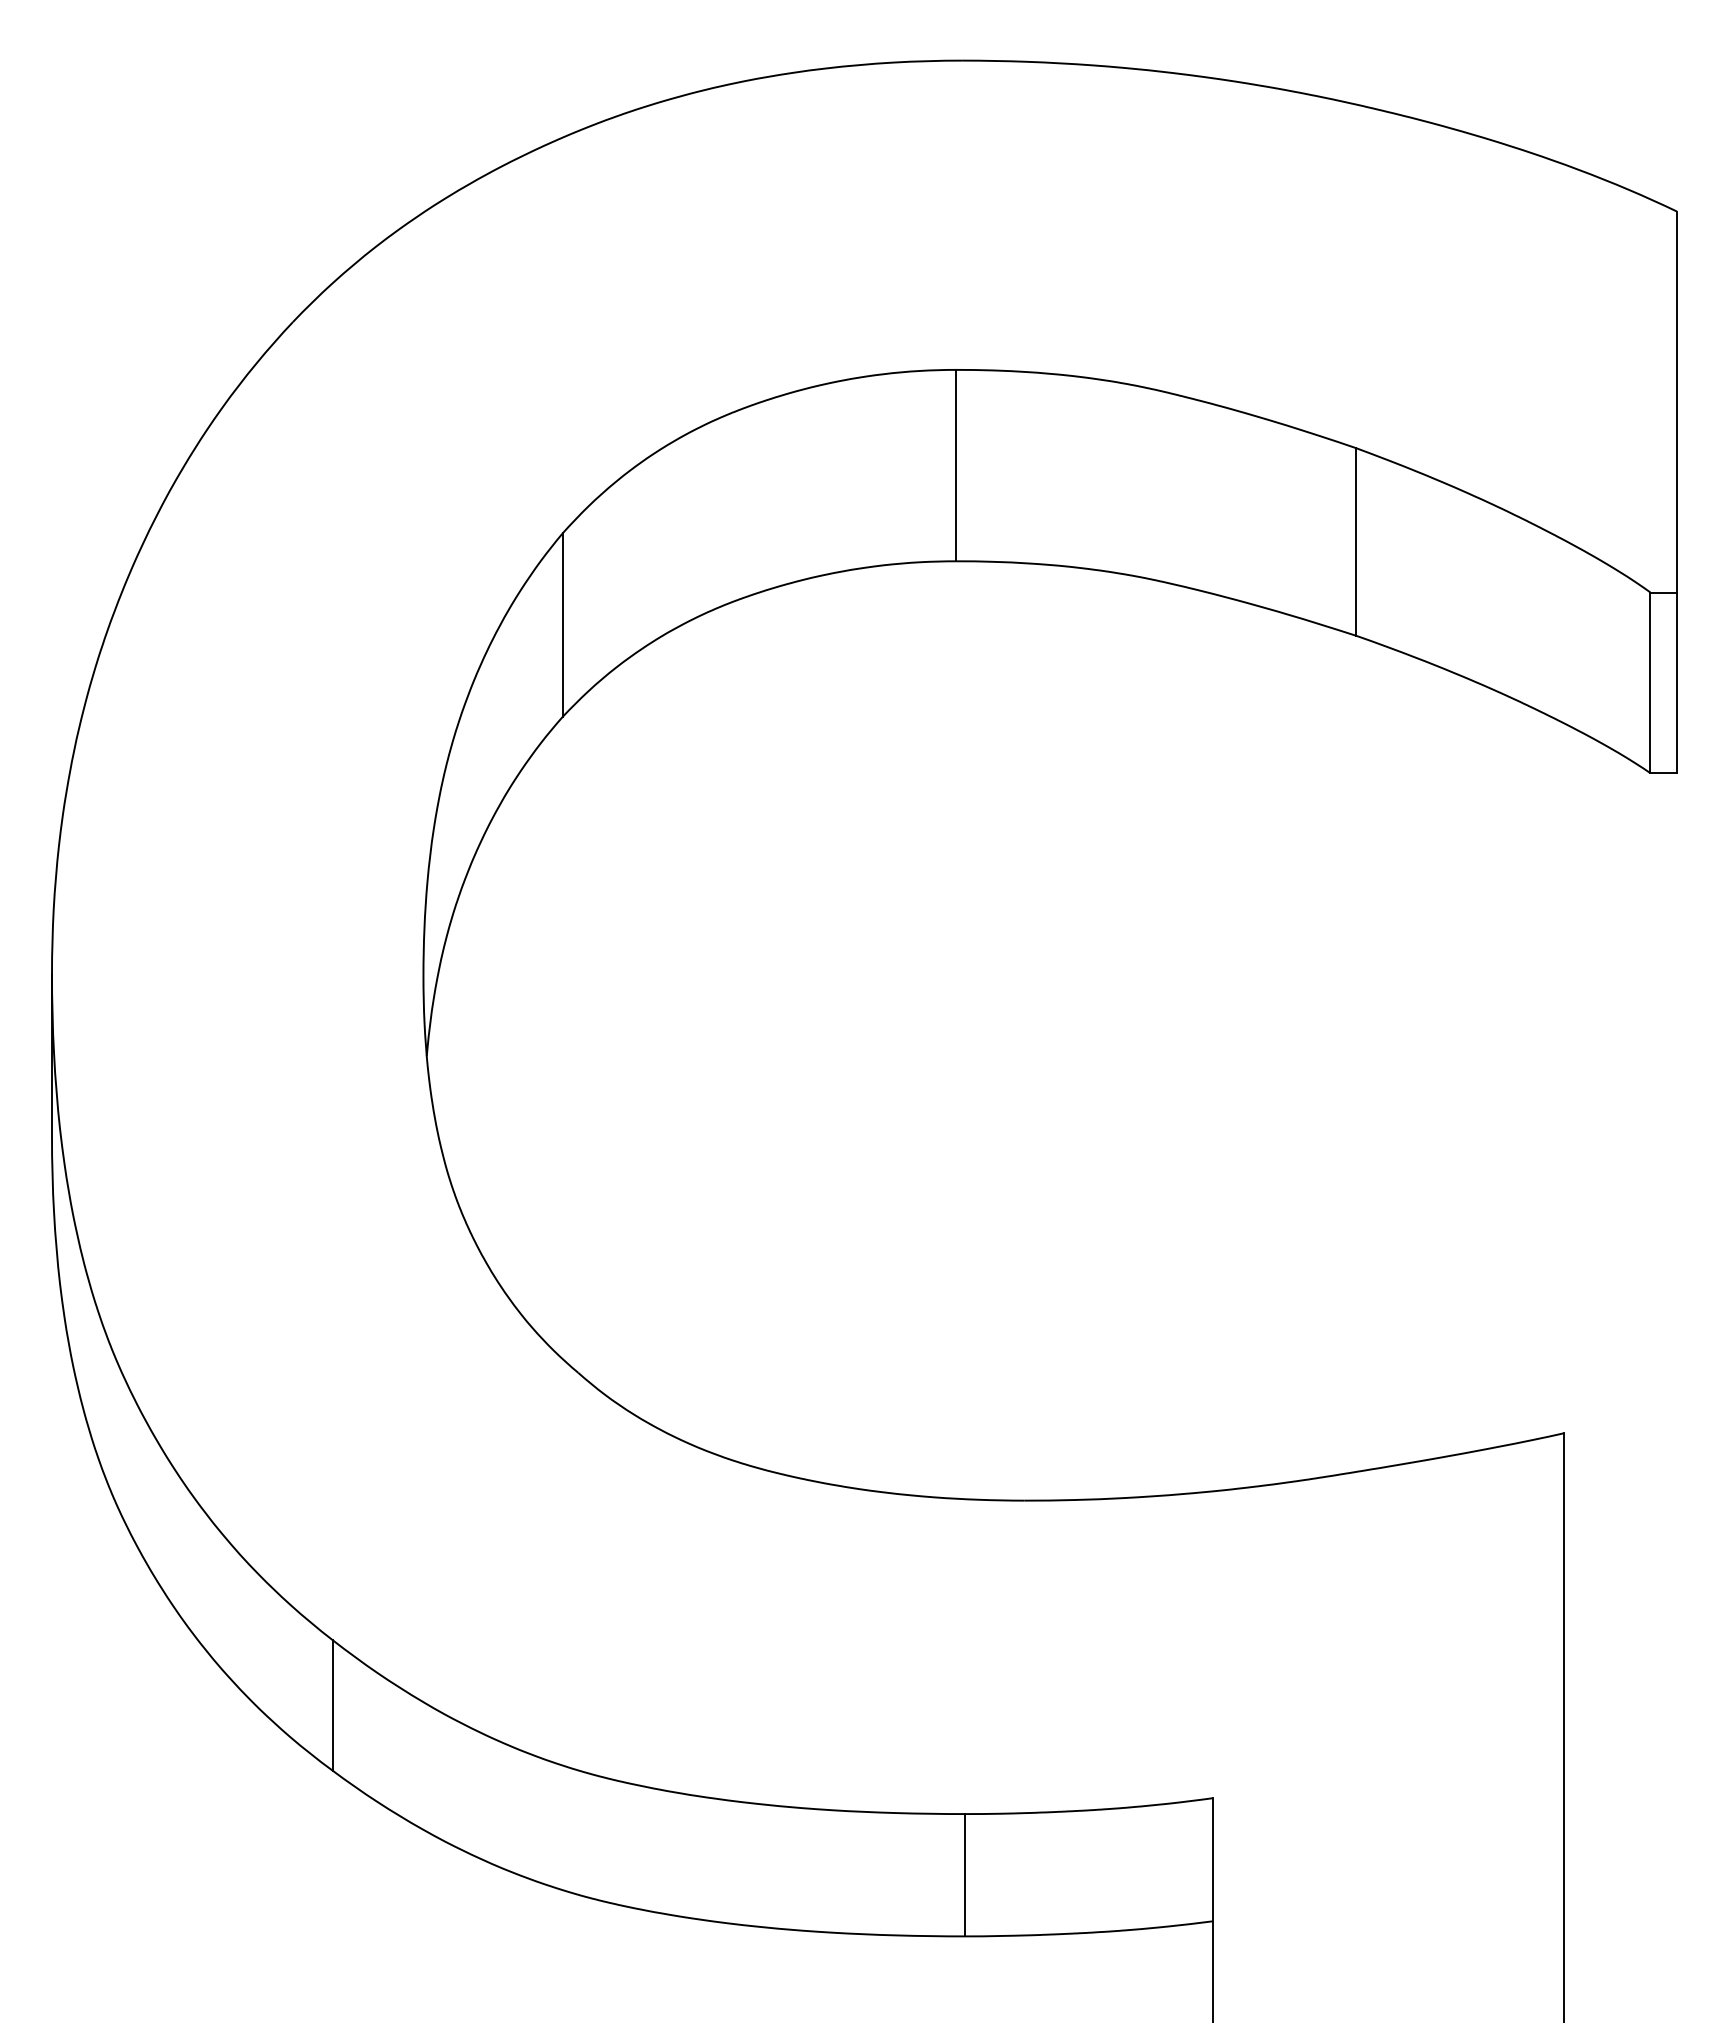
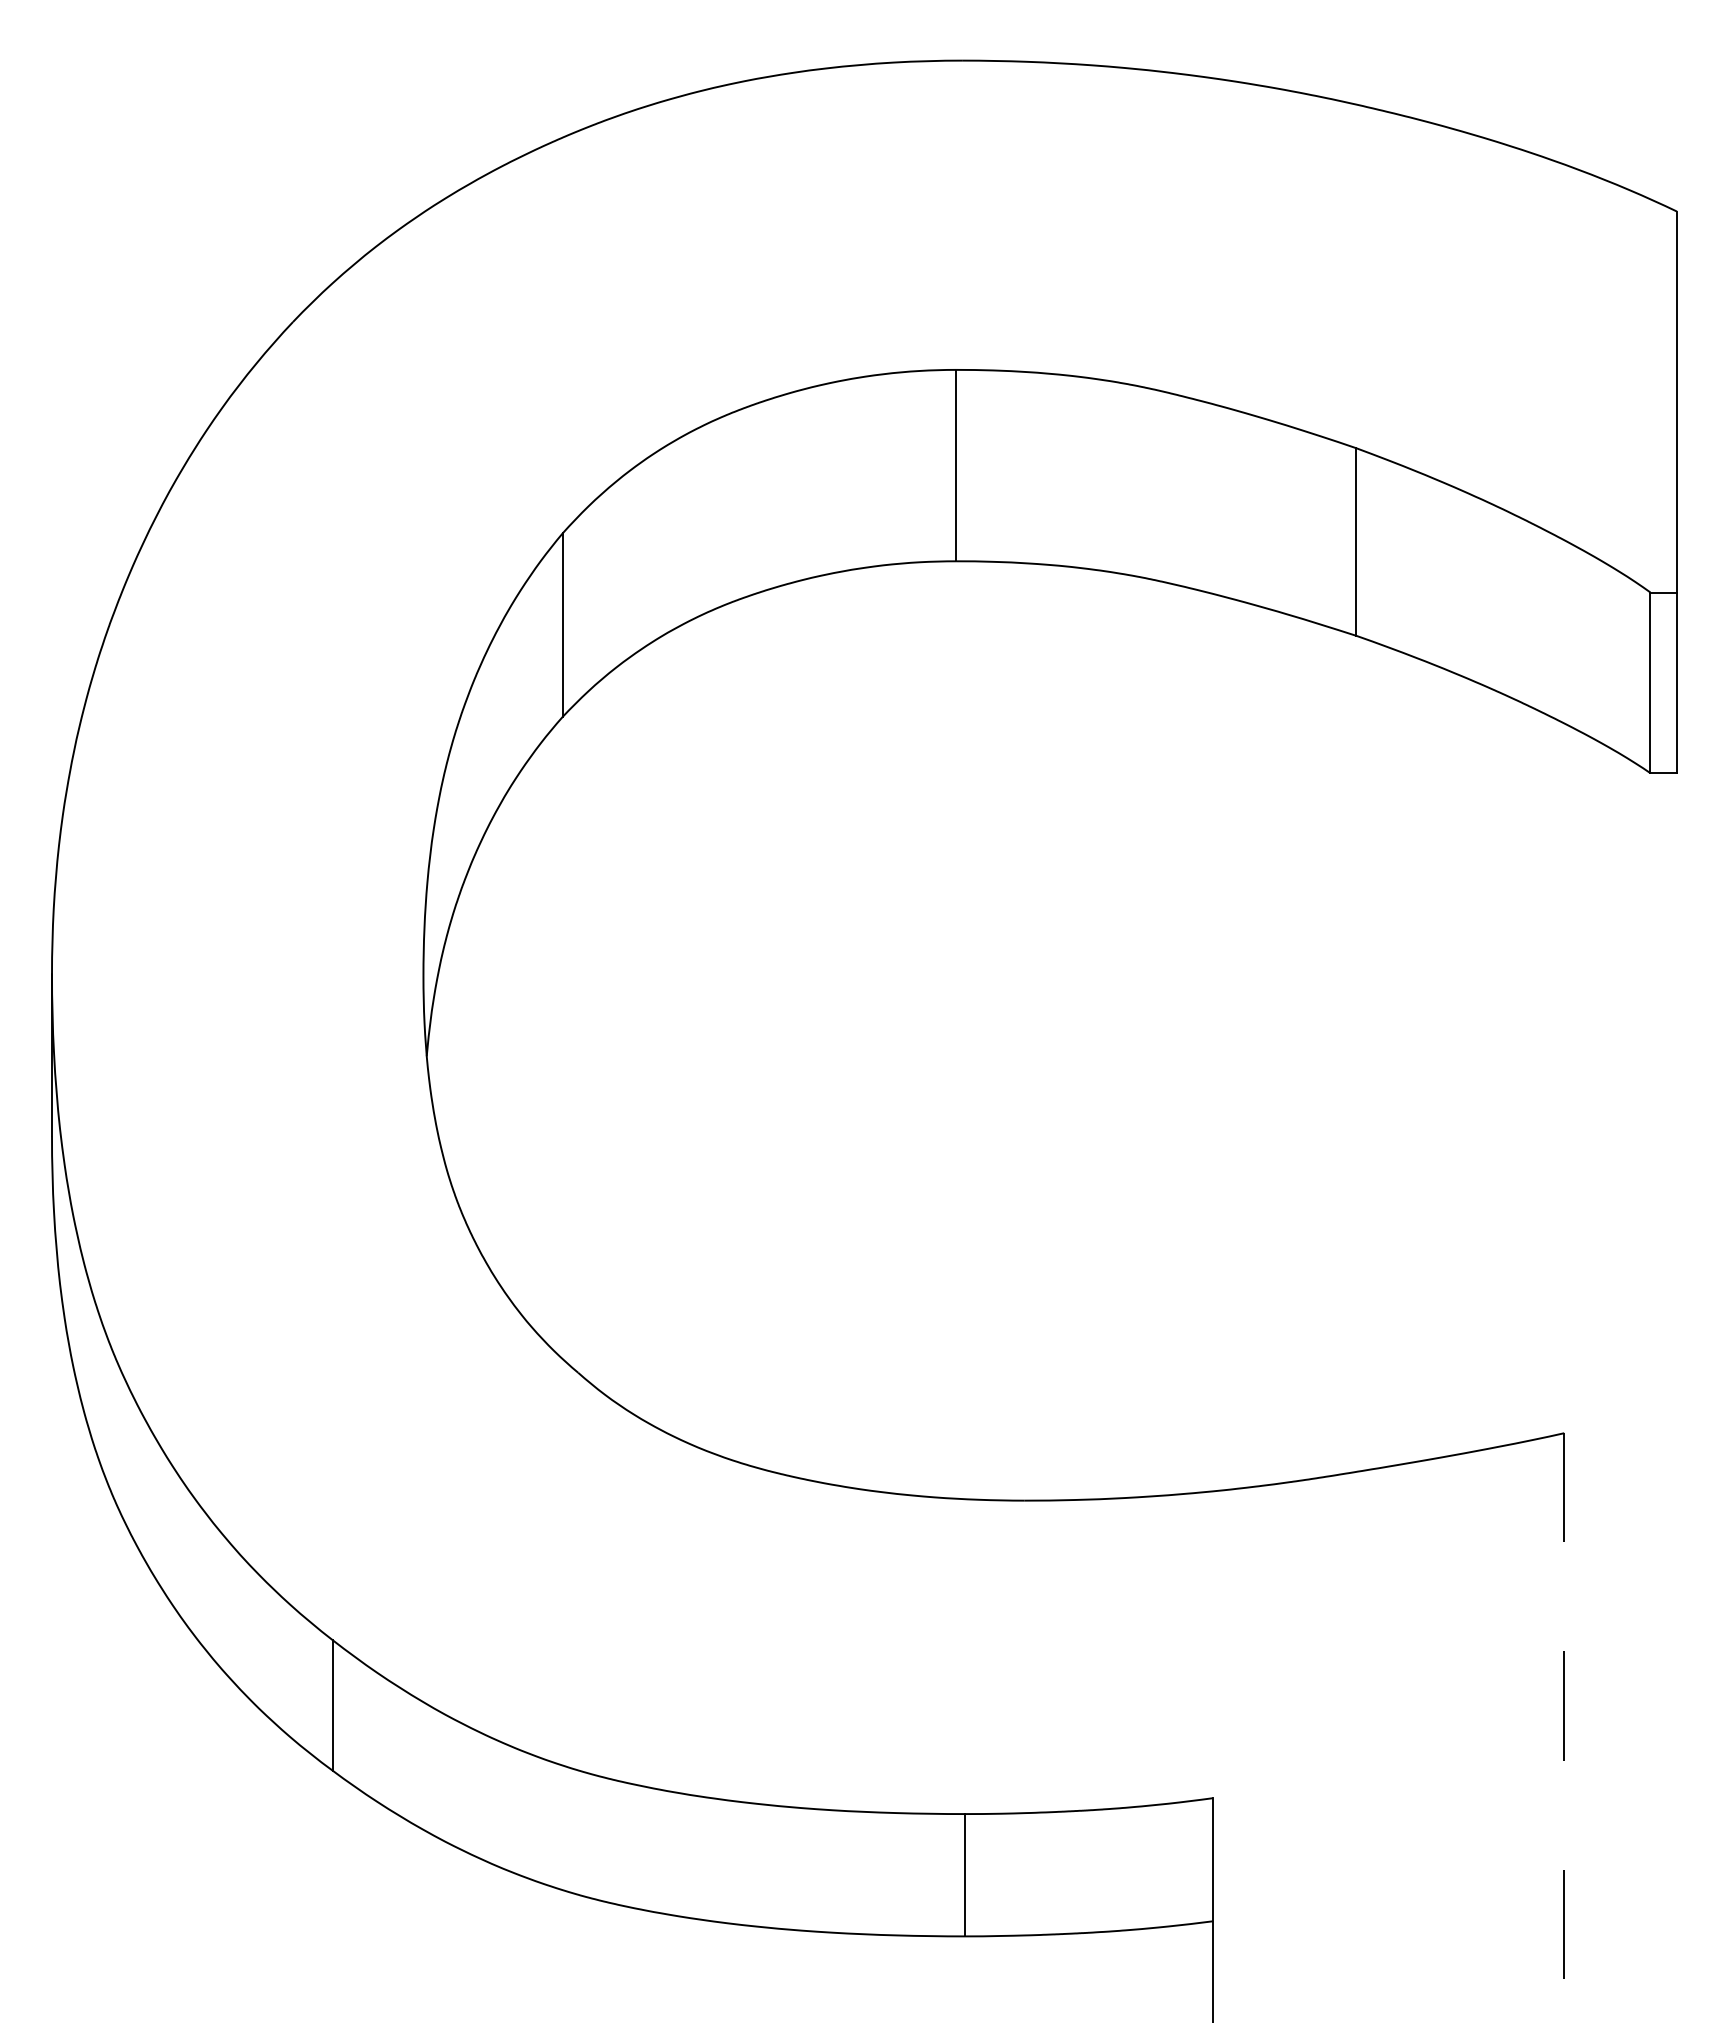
line at (1564, 1728): solid -> dashed
